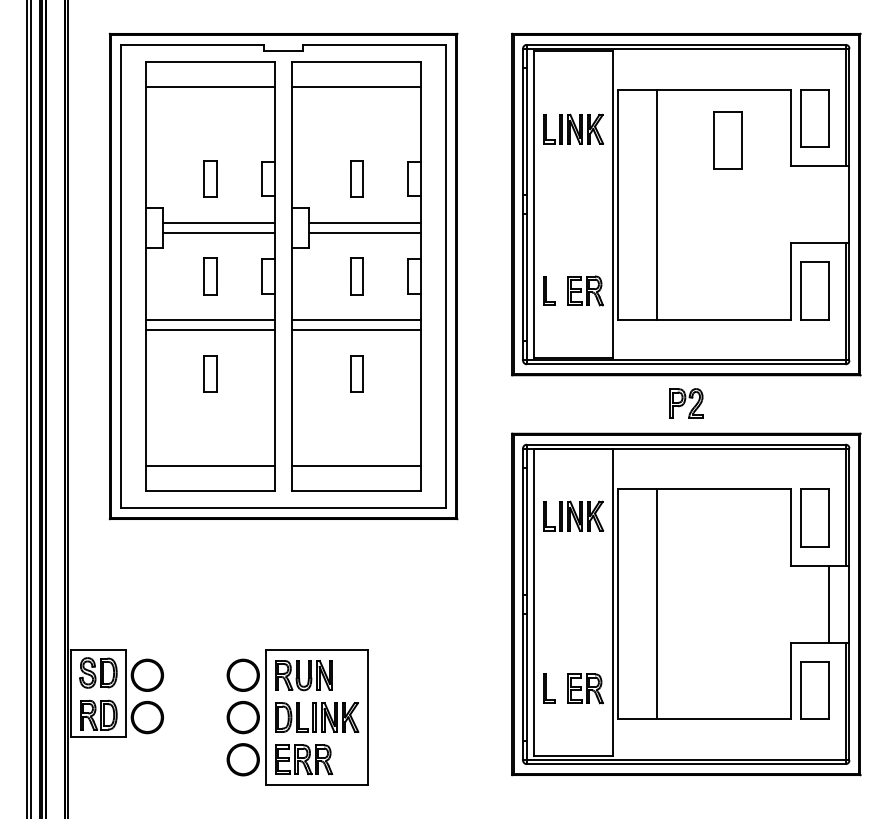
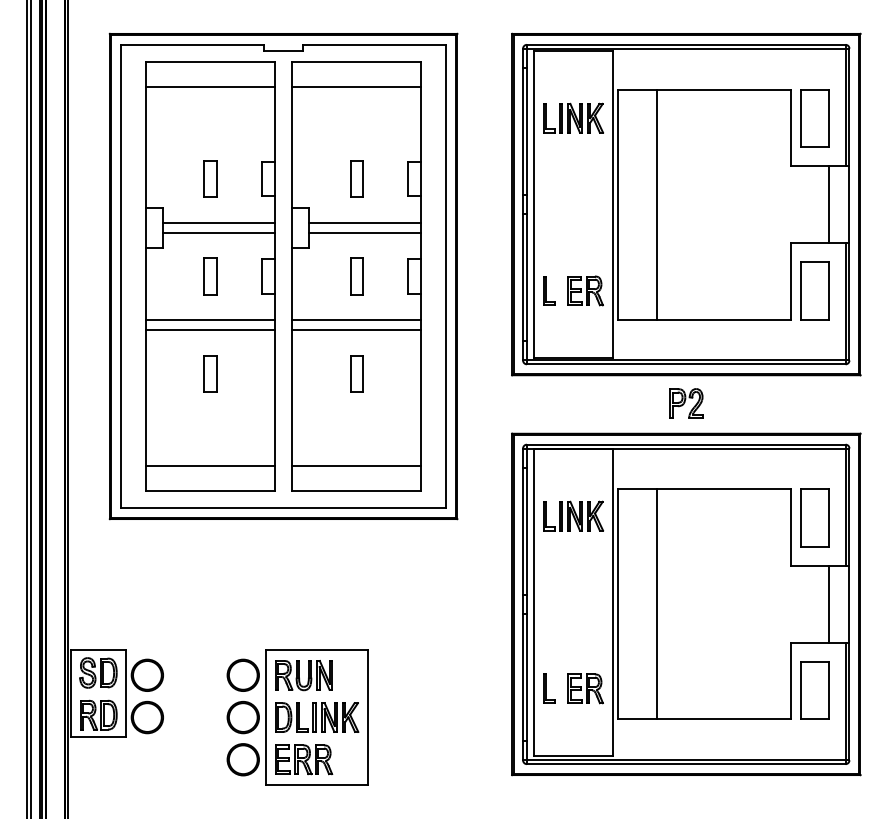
part at (573, 128) position: (573, 128) -> (573, 117)
part at (727, 140): present -> none
line at (829, 204): none -> present
